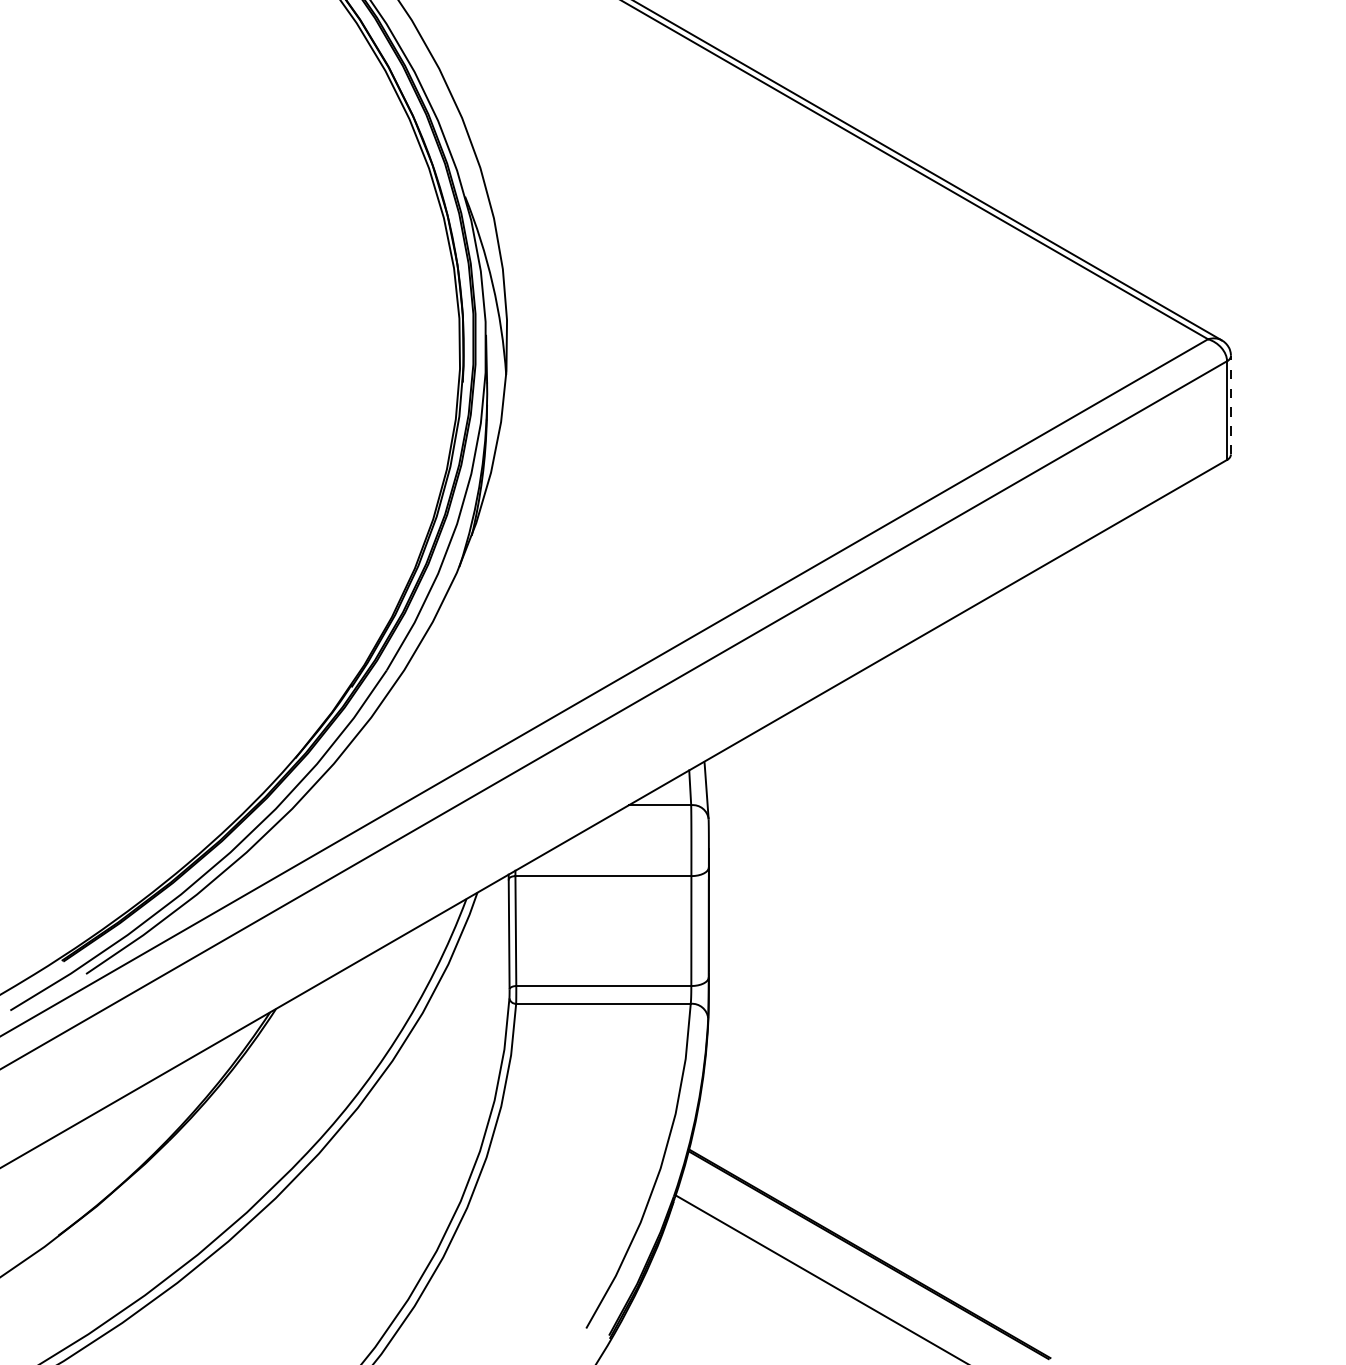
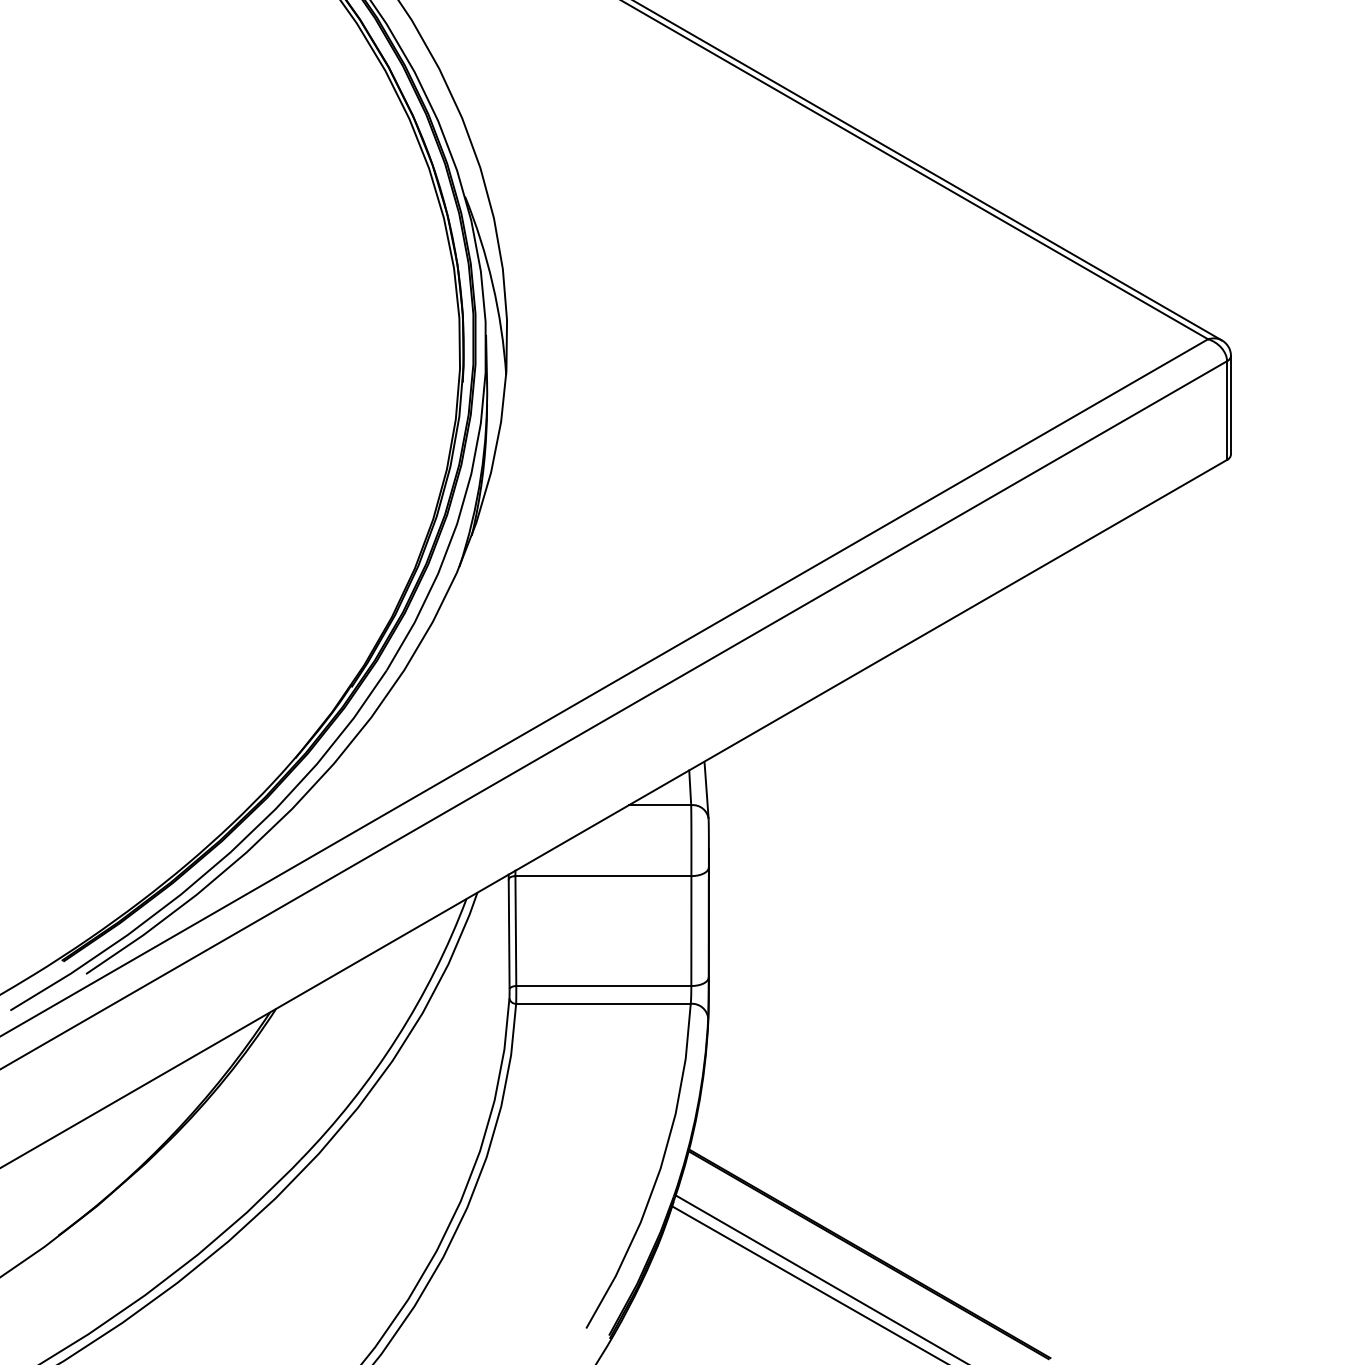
line at (1231, 404): dashed -> solid
line at (807, 1283): none -> present
